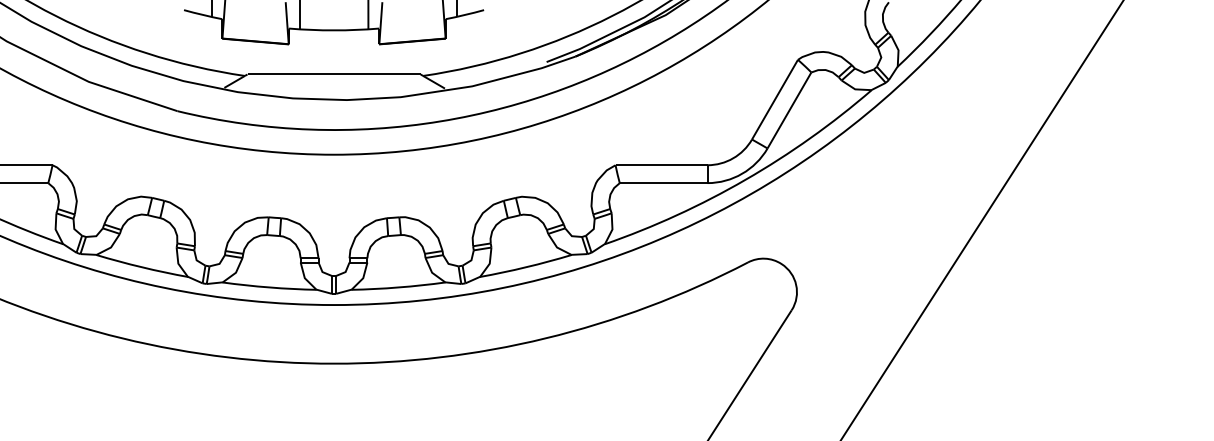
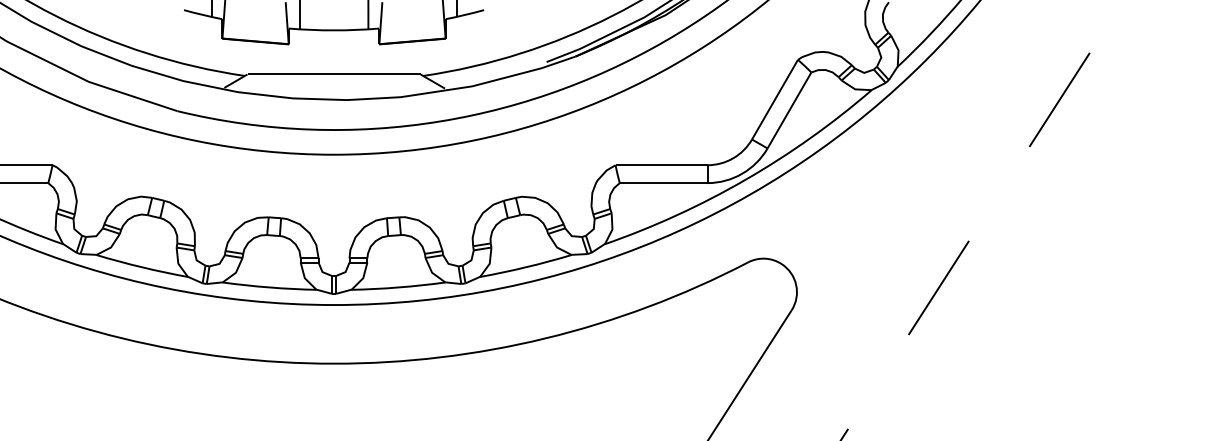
line at (982, 219): solid -> dashed
